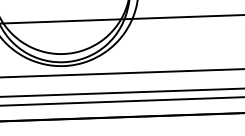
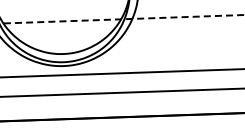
line at (122, 19): solid -> dashed
line at (121, 101): present -> none
